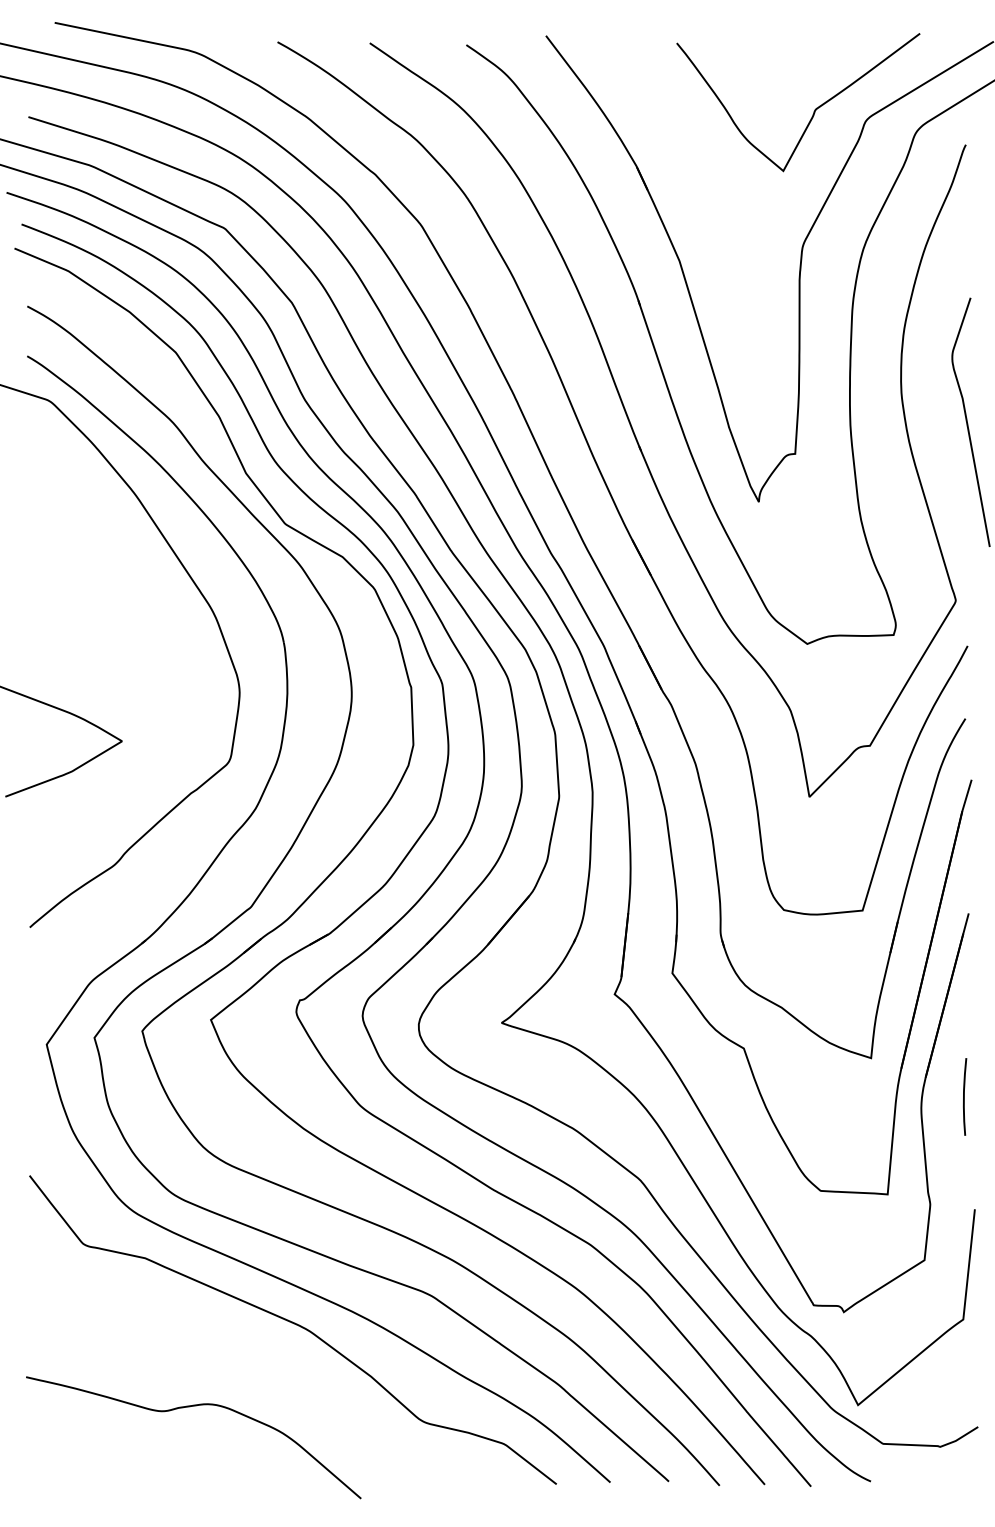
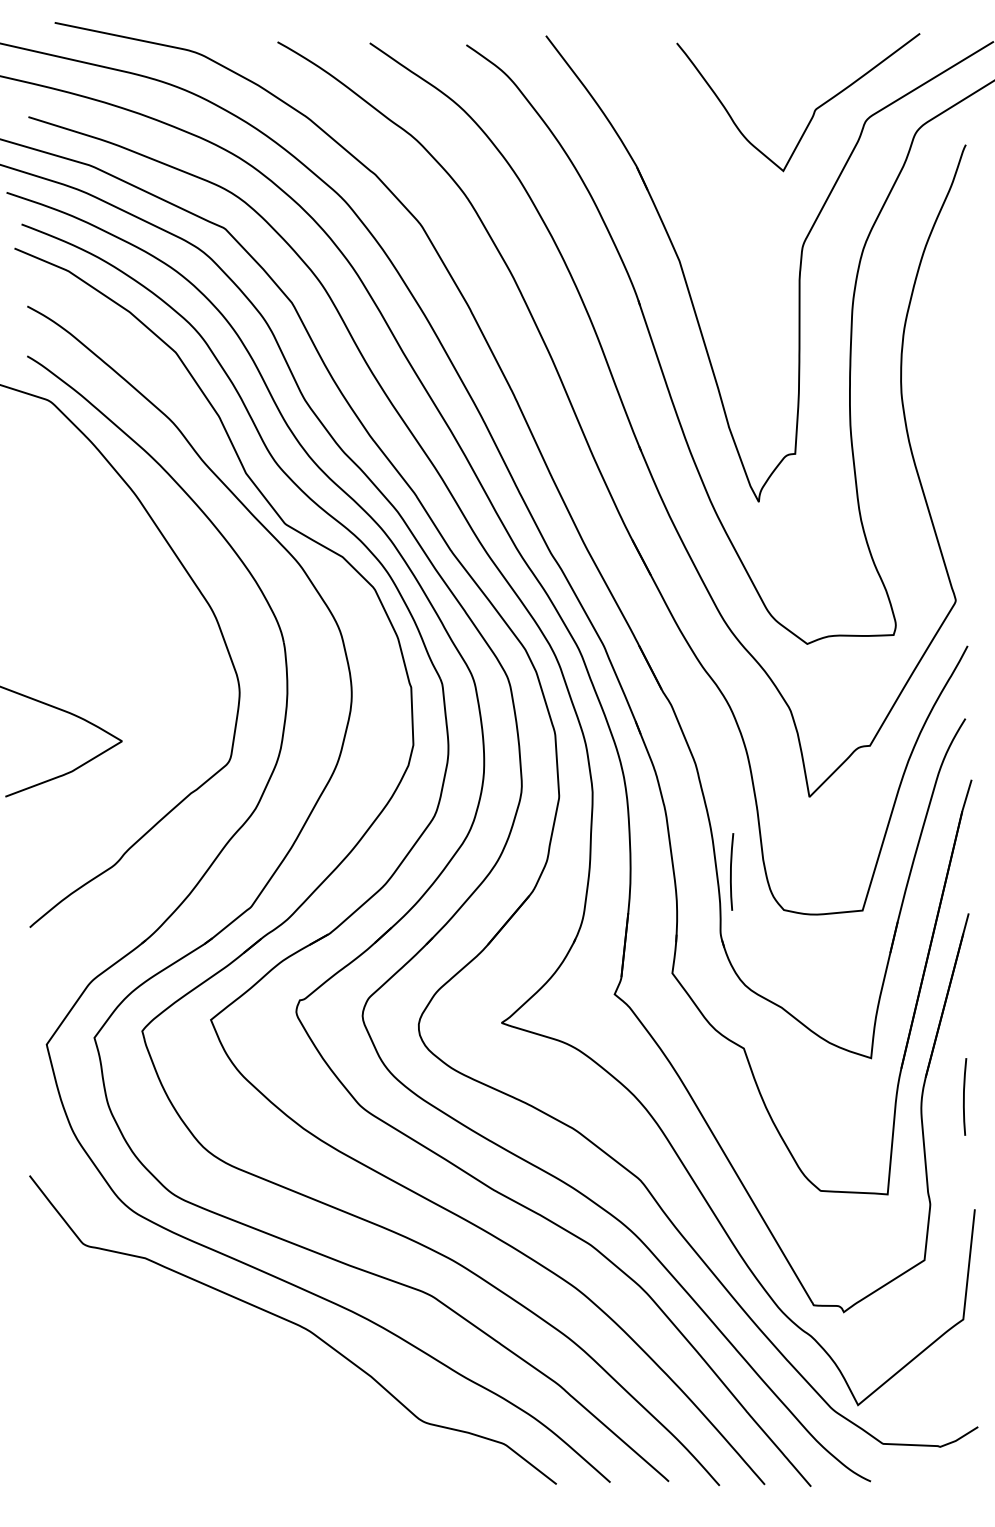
curve at (968, 423): present -> none
curve at (731, 871): none -> present
curve at (190, 1407): present -> none
